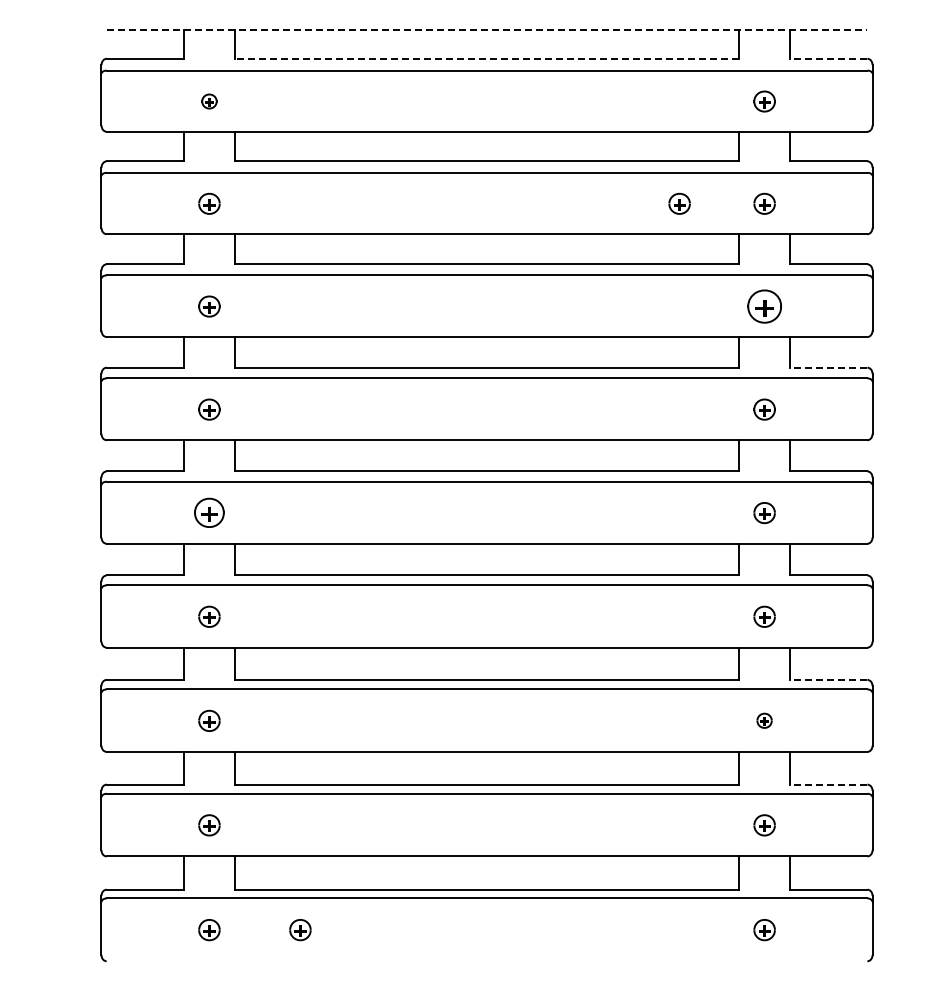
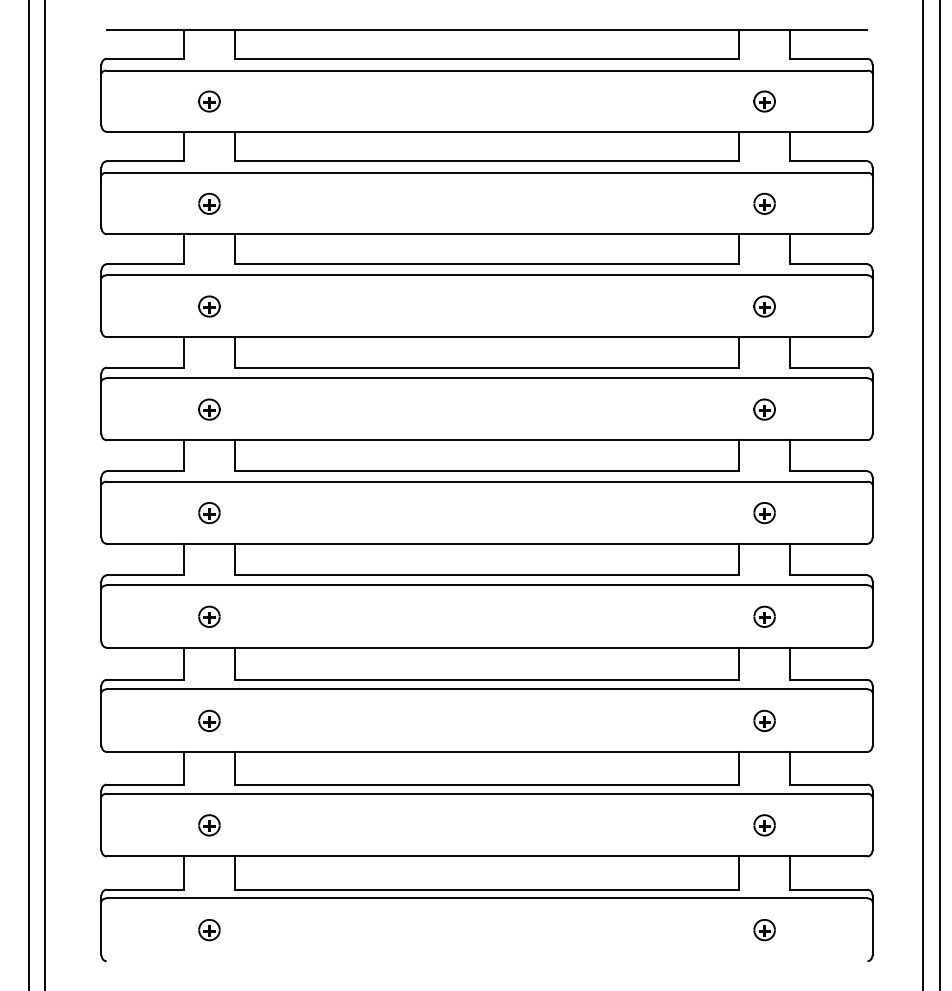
line at (487, 29): dashed -> solid
line at (487, 58): dashed -> solid
line at (828, 58): dashed -> solid
part at (209, 101) size: 17x17 px -> 23x23 px
part at (679, 203): present -> none
part at (764, 306) size: 35x35 px -> 23x23 px
line at (828, 367): dashed -> solid
line at (28, 494): none -> present
line at (45, 494): none -> present
line at (923, 494): none -> present
line at (939, 494): none -> present
part at (209, 512) size: 31x31 px -> 23x23 px
line at (828, 679): dashed -> solid
part at (764, 720) size: 17x17 px -> 23x23 px
line at (828, 784): dashed -> solid
part at (300, 930): present -> none
